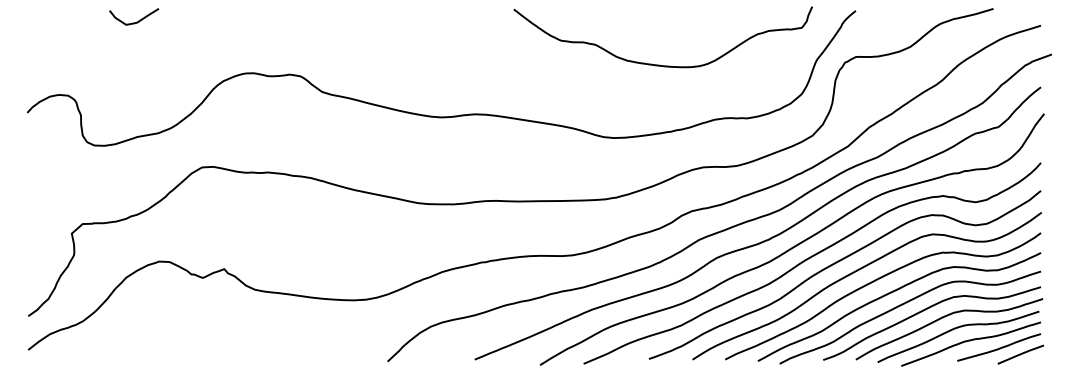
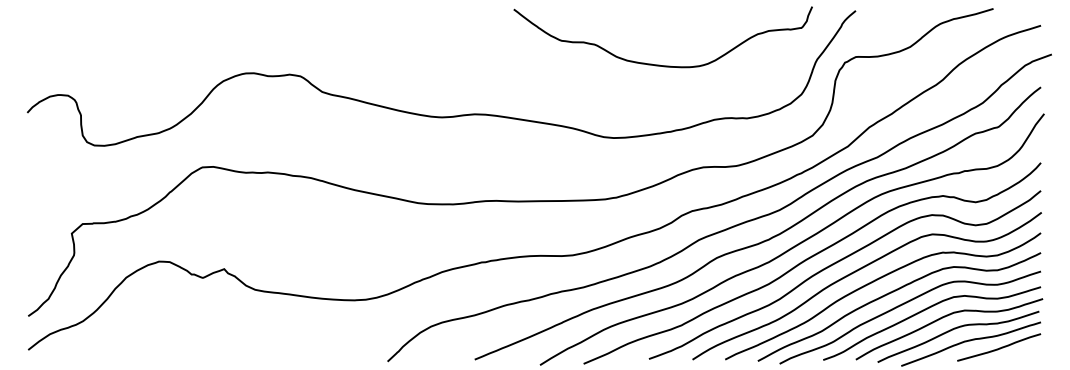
curve at (136, 21): present -> none
line at (1020, 354): present -> none
